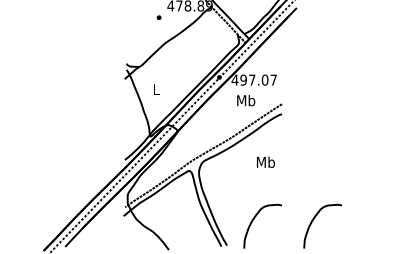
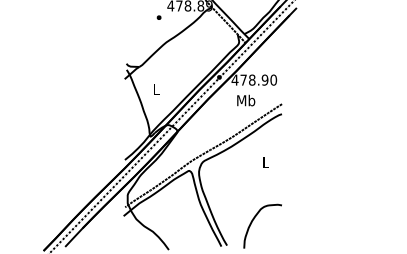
text at (258, 79): 497.07 -> 478.90
text at (265, 161): Mb -> L
curve at (314, 219): present -> none
